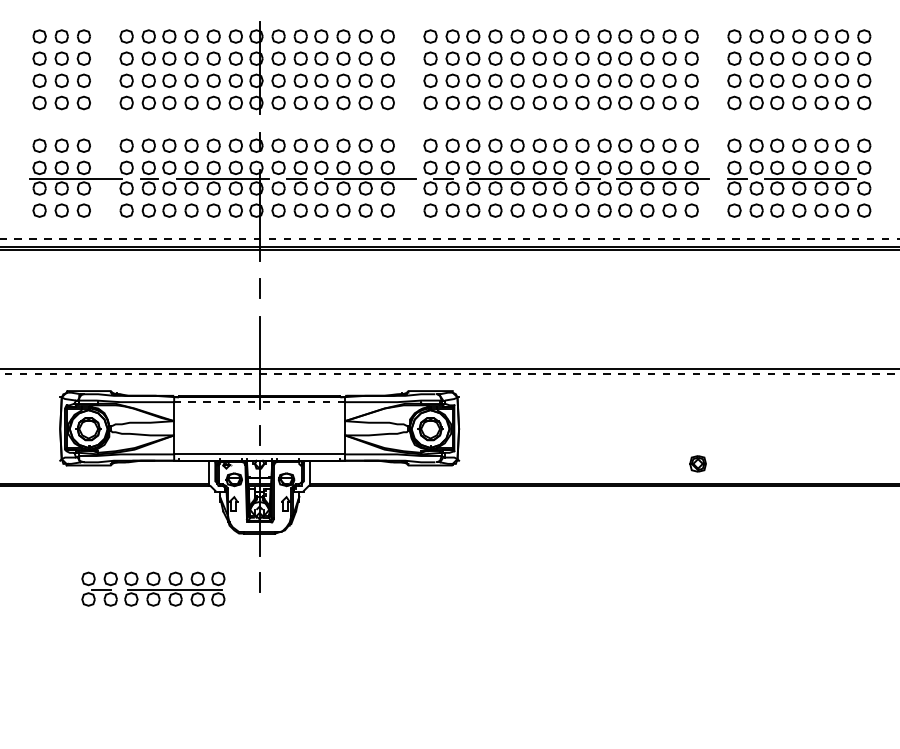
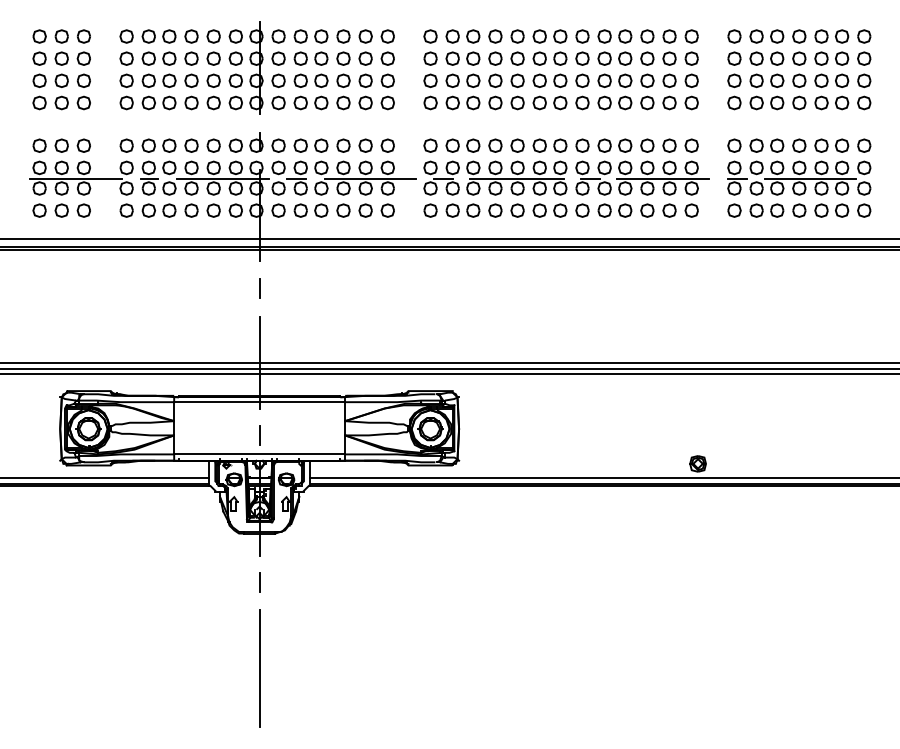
line at (450, 239): dashed -> solid
line at (449, 362): none -> present
line at (449, 373): dashed -> solid
line at (259, 402): dashed -> solid
line at (105, 478): none -> present
line at (603, 478): none -> present
part at (153, 588): present -> none
line at (259, 667): none -> present
